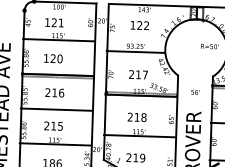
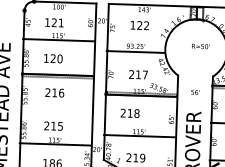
text at (209, 46) position: (209, 46) -> (200, 46)
line at (56, 109): present -> none
text at (136, 116) position: (136, 116) -> (129, 112)
